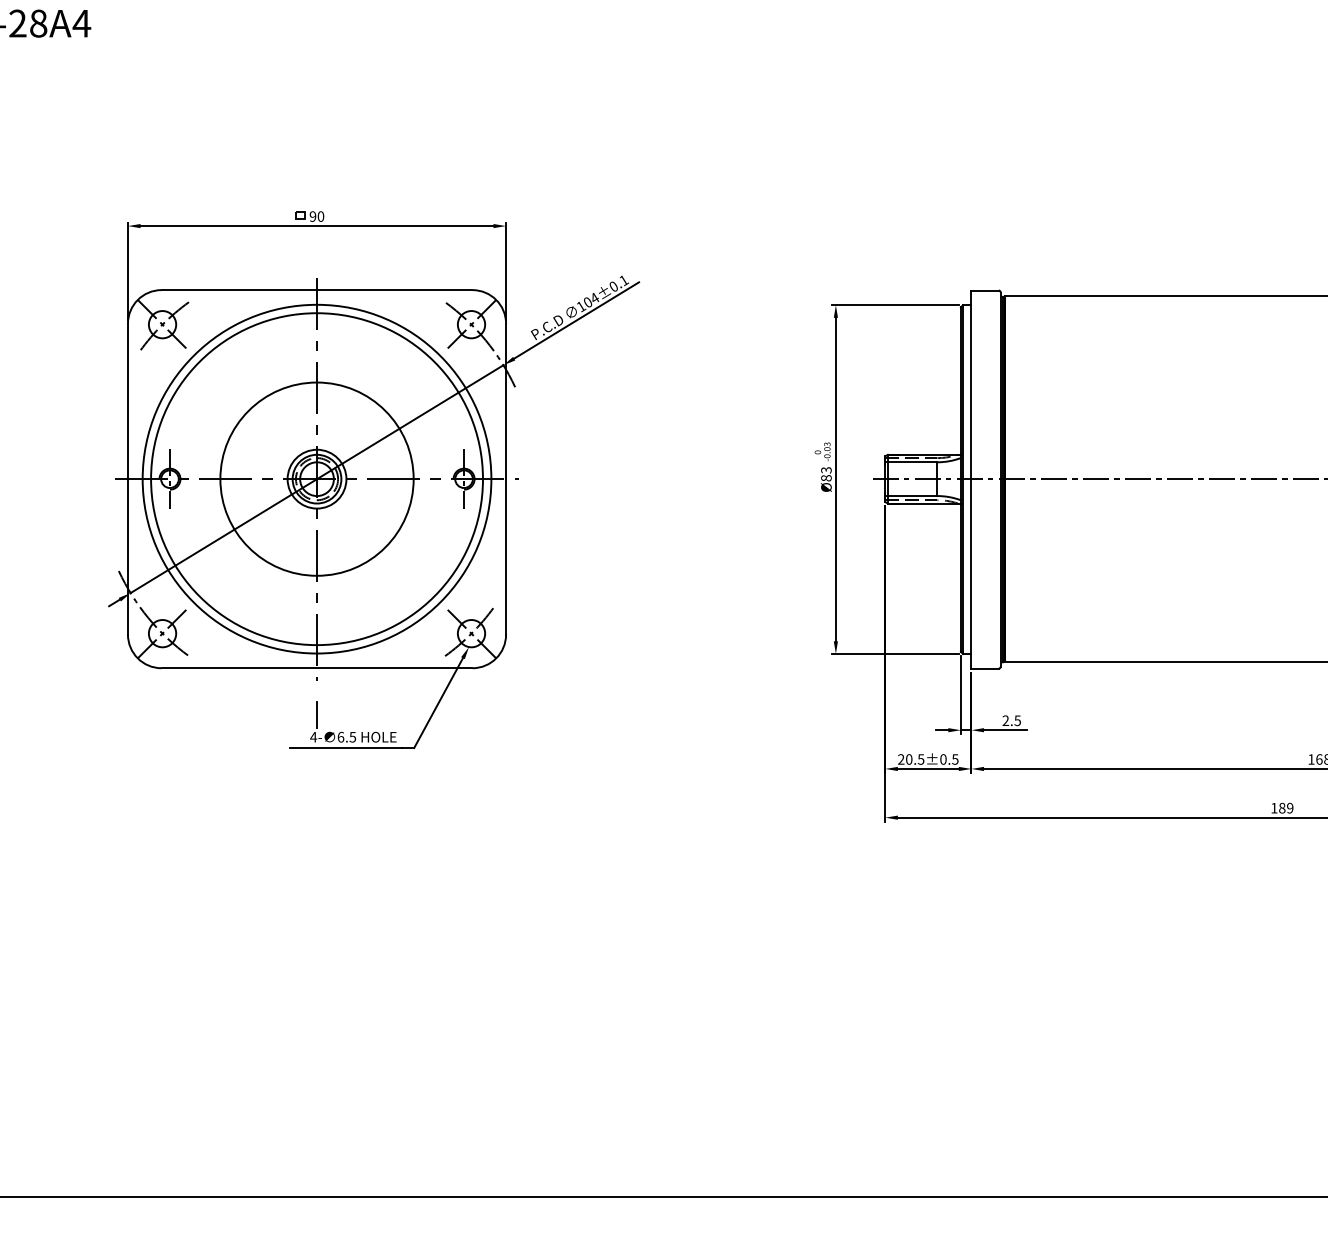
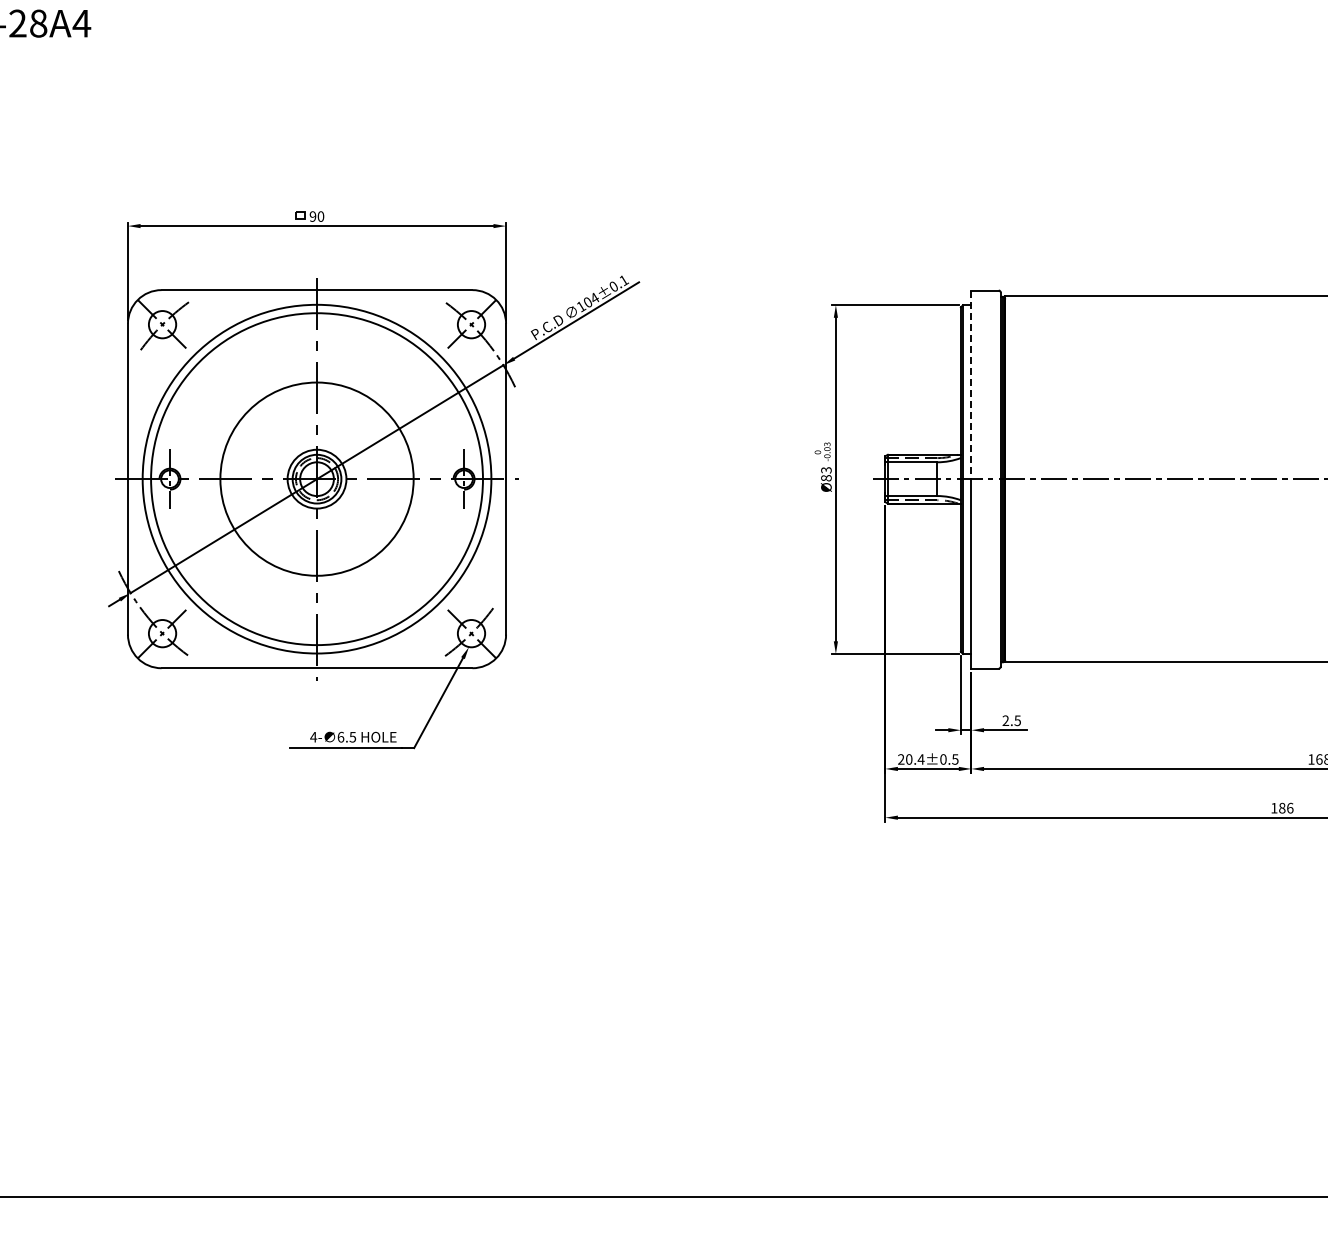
line at (971, 385): solid -> dashed
line at (317, 714): present -> none
text at (920, 759): 20.5±0.5 -> 20.4±0.5
text at (1290, 807): 189 -> 186
